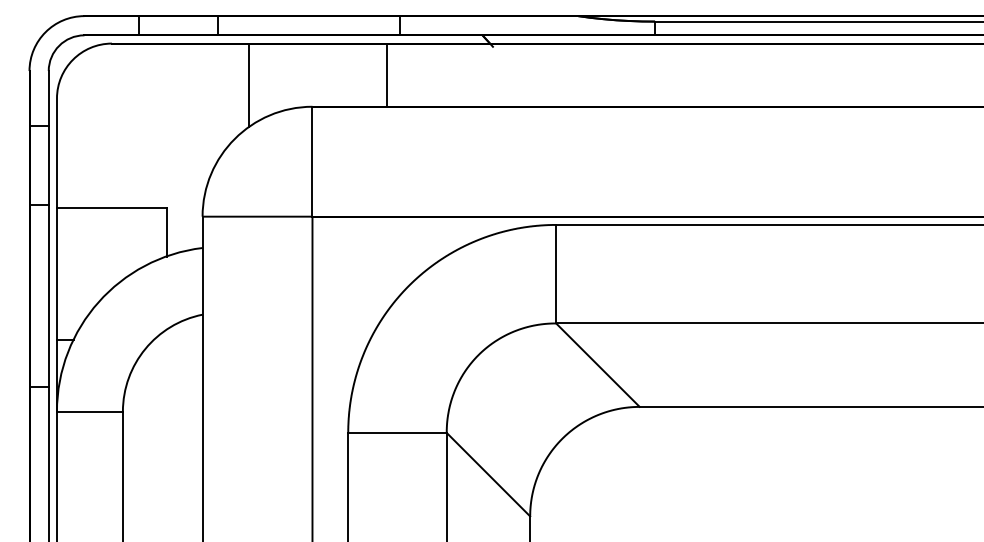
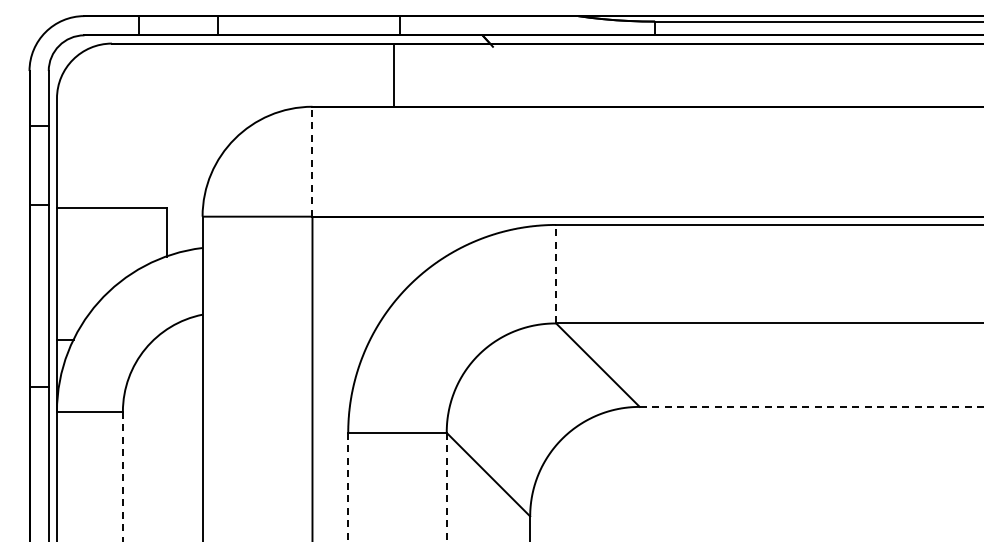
line at (386, 74) position: (386, 74) -> (393, 74)
line at (249, 84): present -> none
line at (312, 161): solid -> dashed
line at (556, 273): solid -> dashed
line at (811, 406): solid -> dashed
line at (122, 477): solid -> dashed
line at (348, 487): solid -> dashed
line at (446, 487): solid -> dashed
